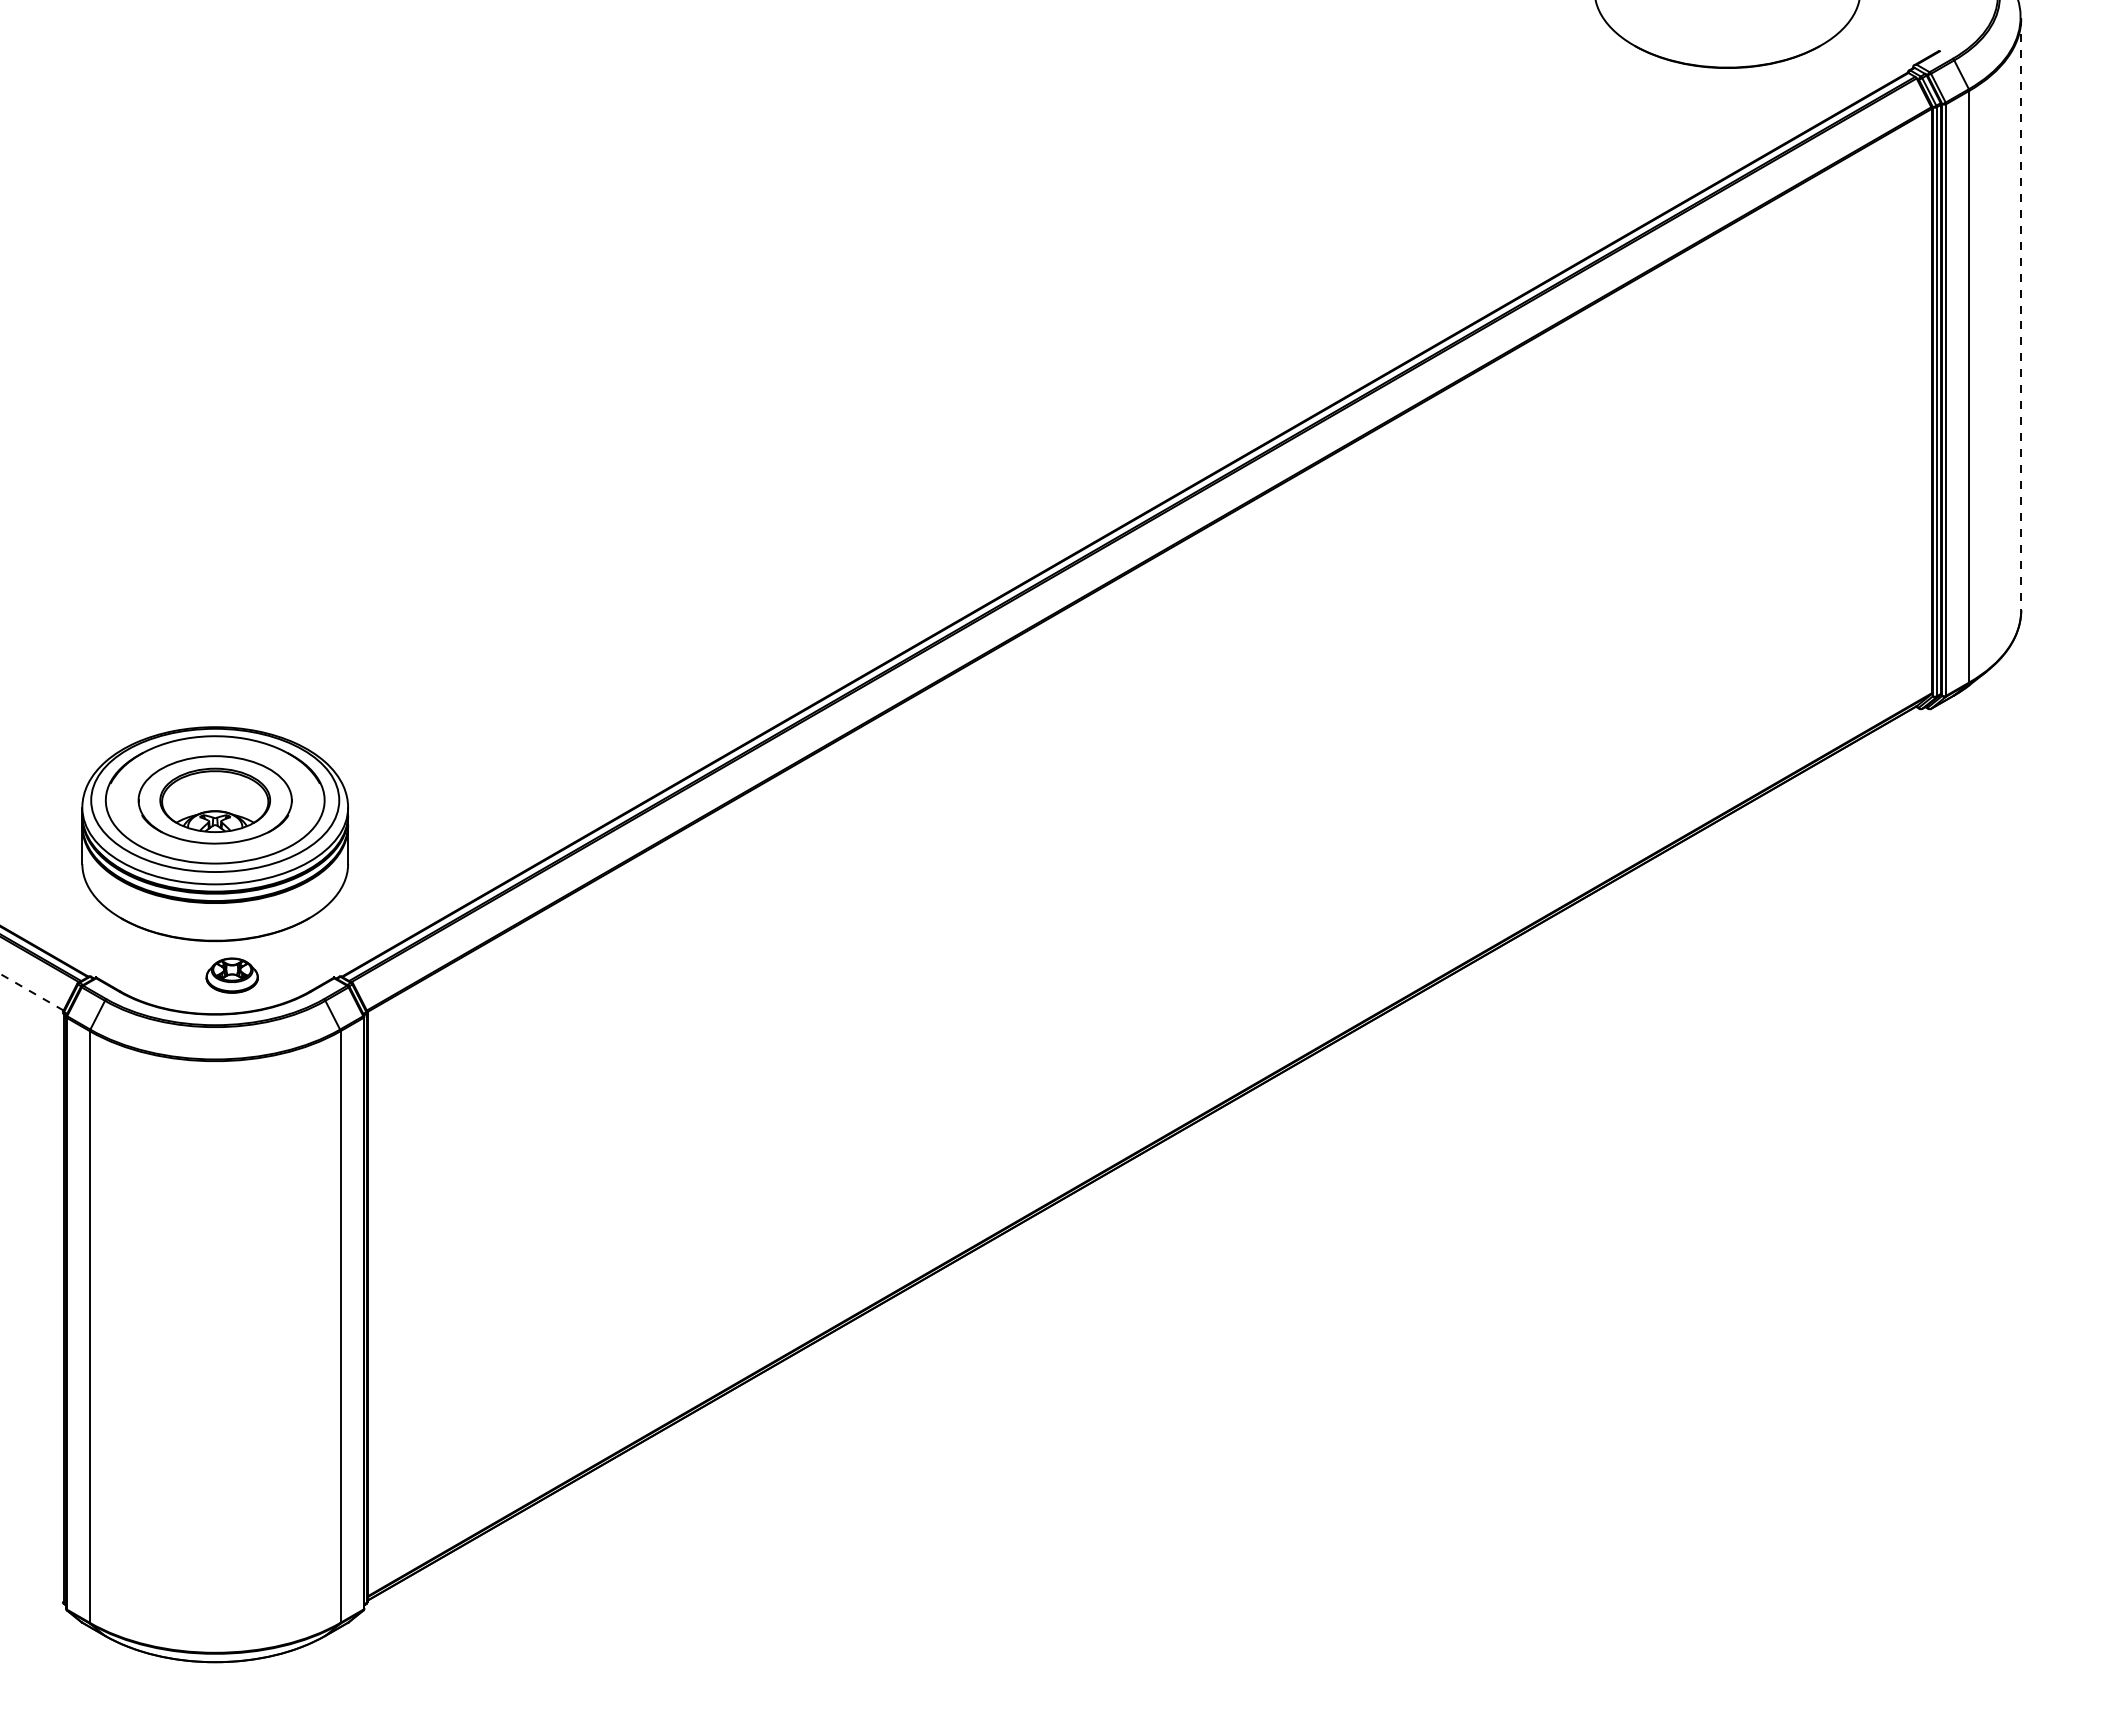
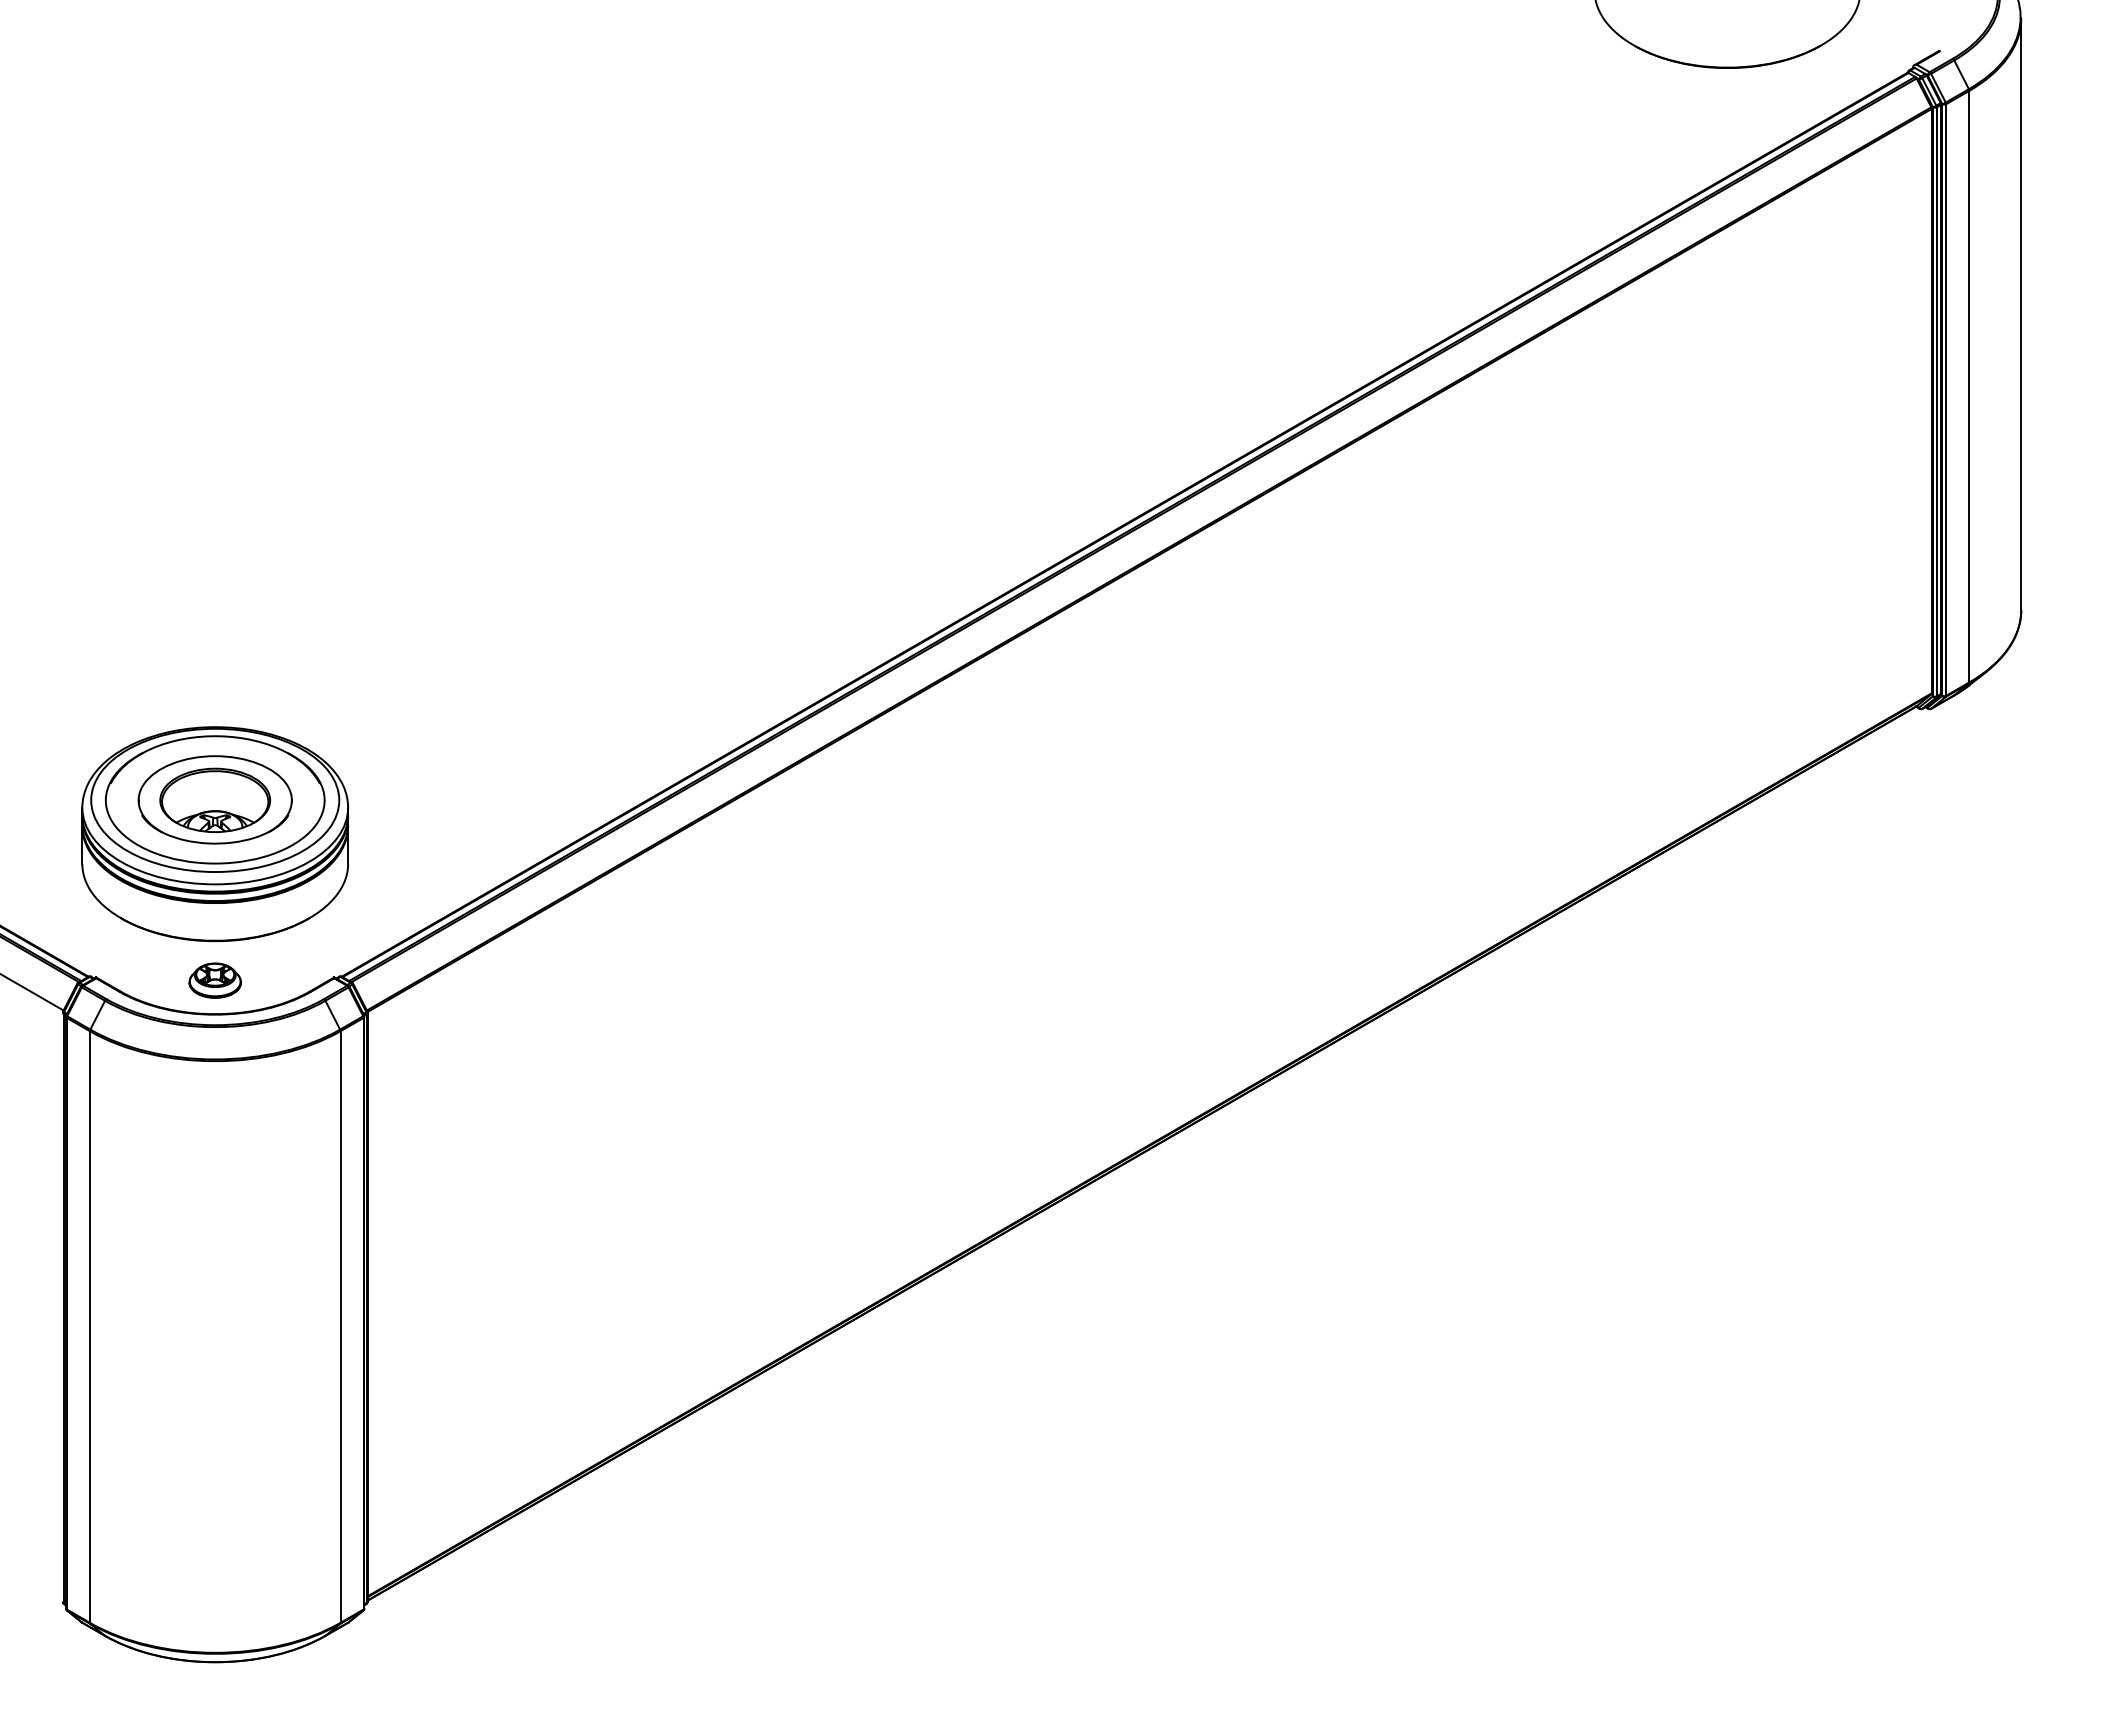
line at (2021, 314): dashed -> solid
part at (231, 975) position: (231, 975) -> (214, 980)
line at (31, 992): dashed -> solid
